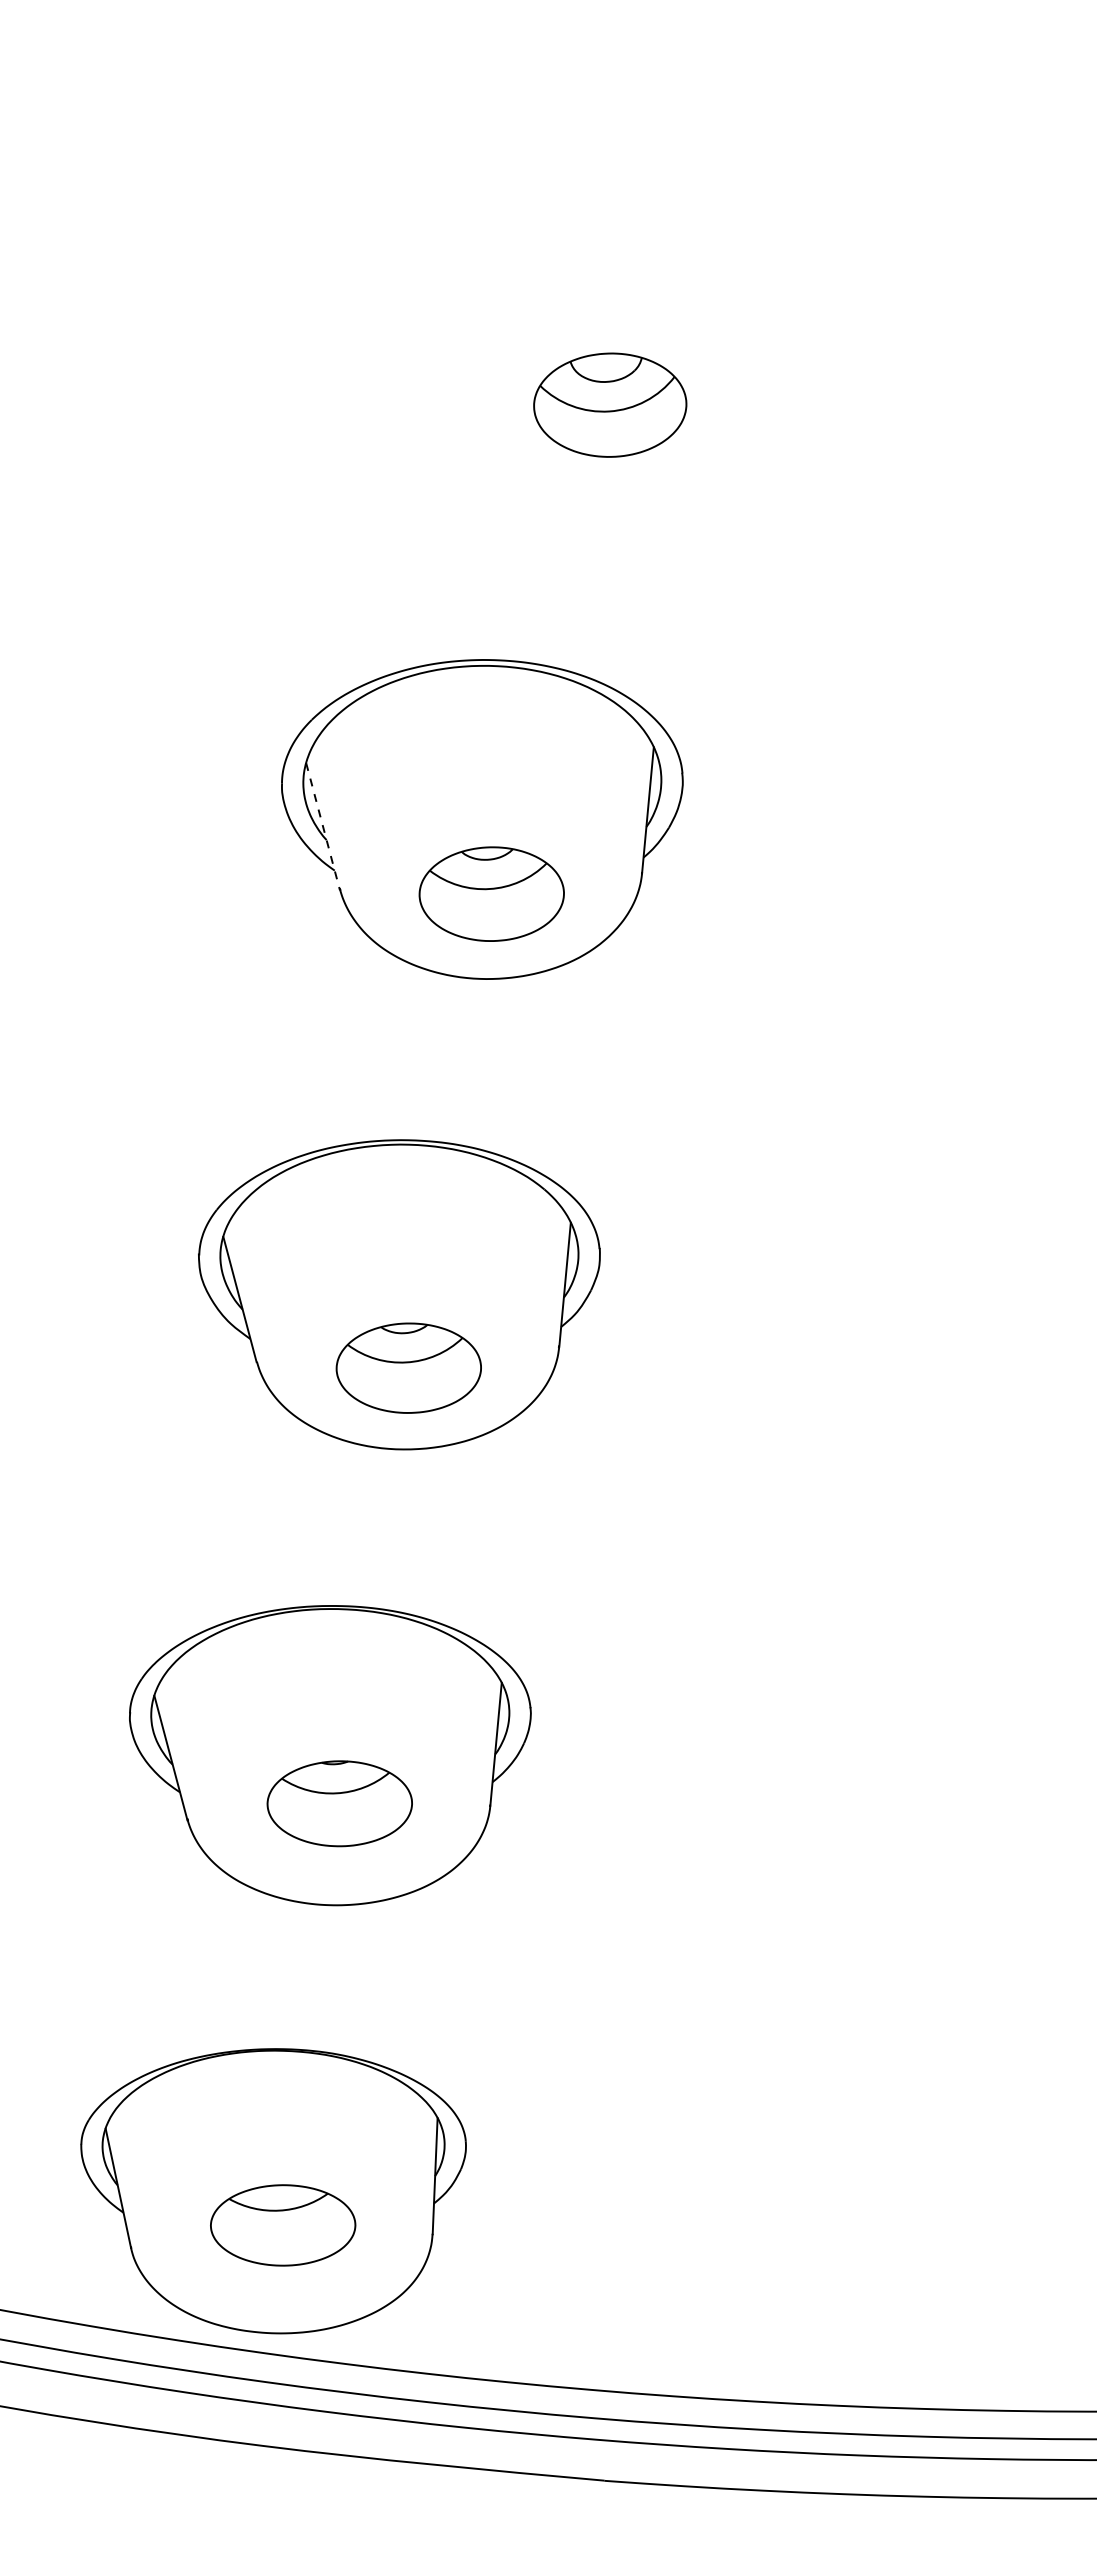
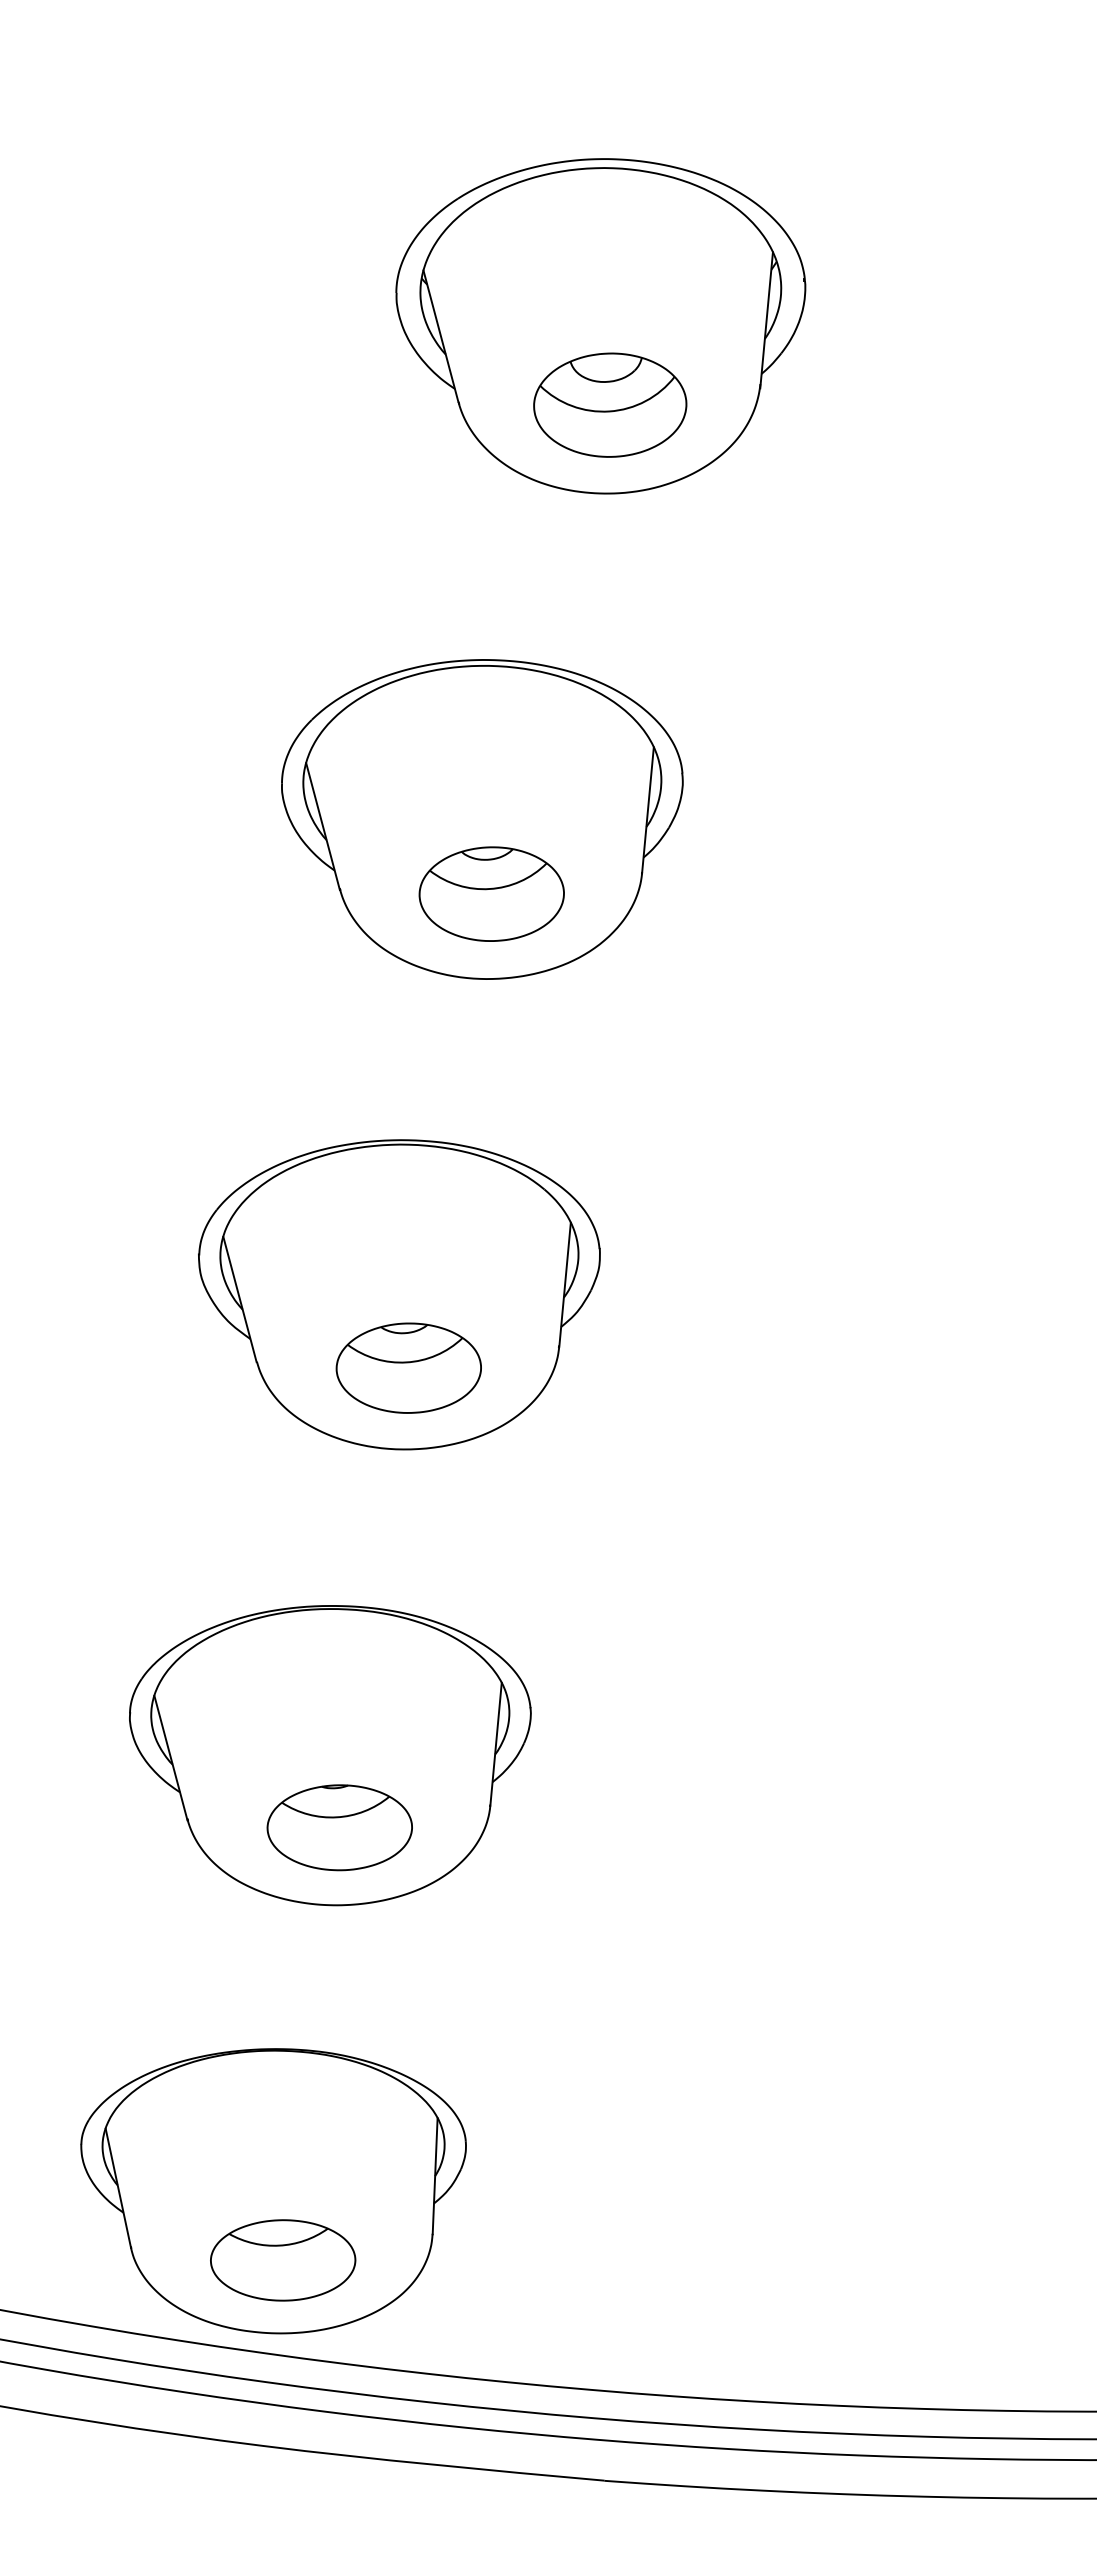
part at (600, 326): none -> present
line at (323, 826): dashed -> solid
part at (339, 1803) position: (339, 1803) -> (339, 1827)
part at (283, 2225) position: (283, 2225) -> (283, 2260)
